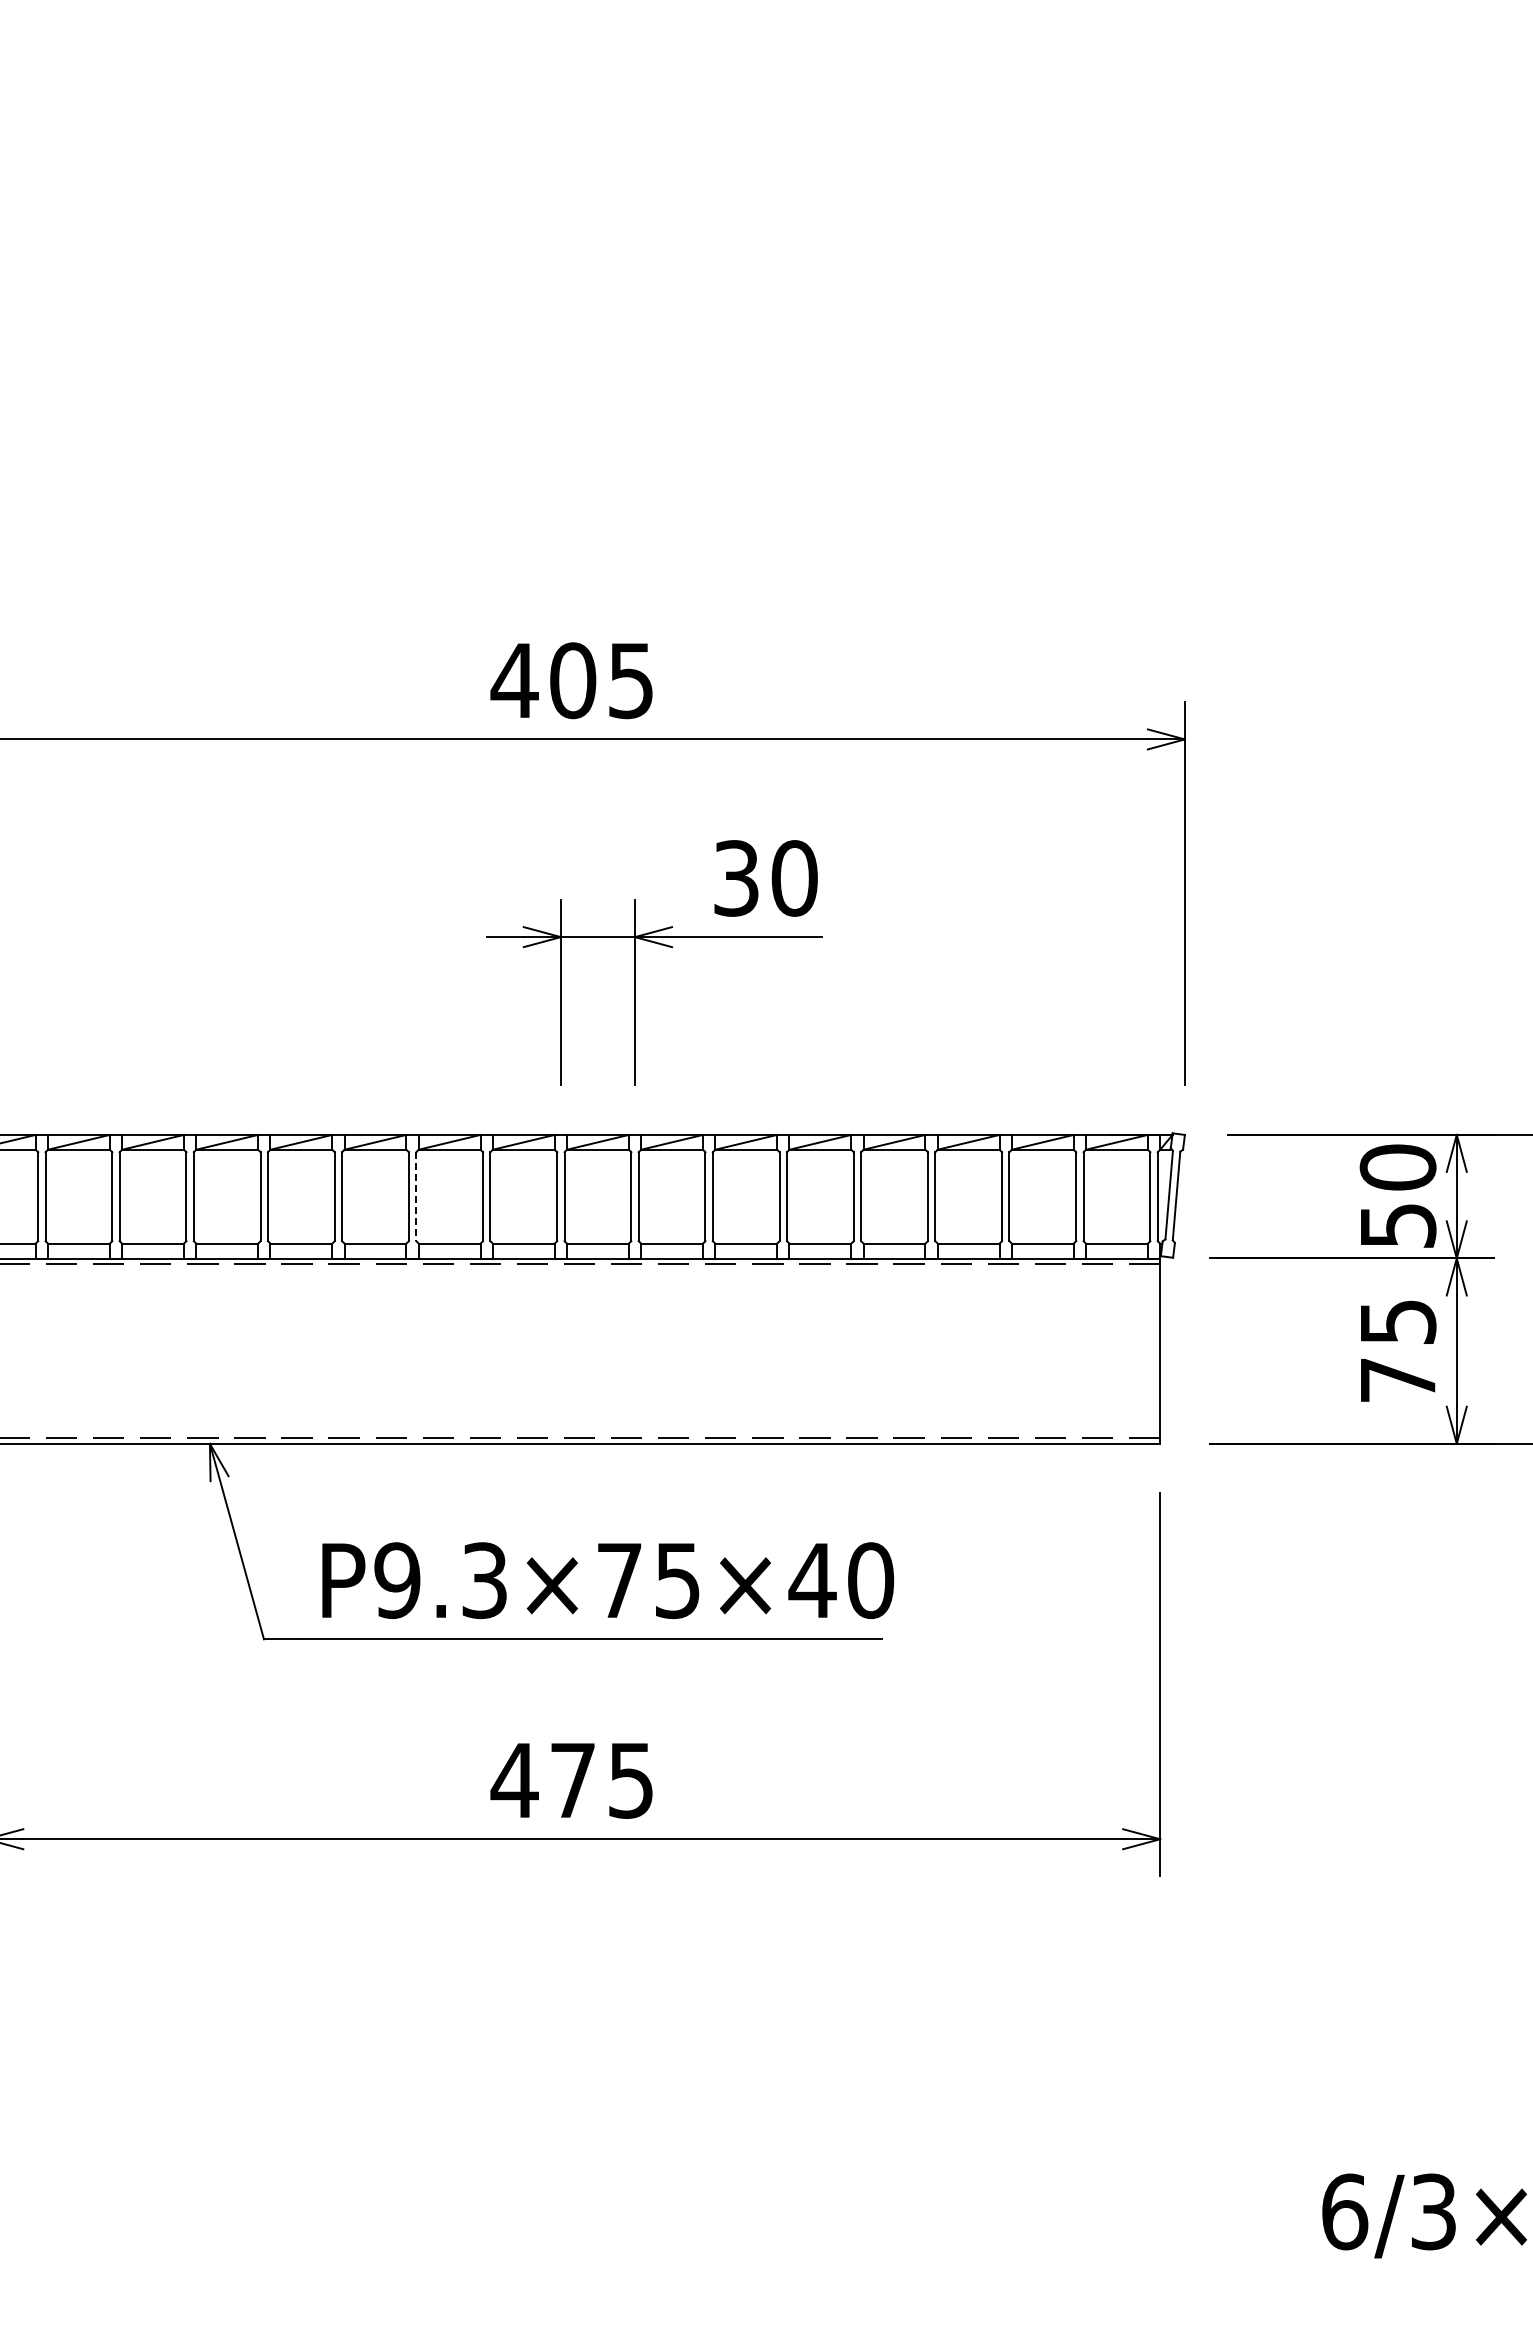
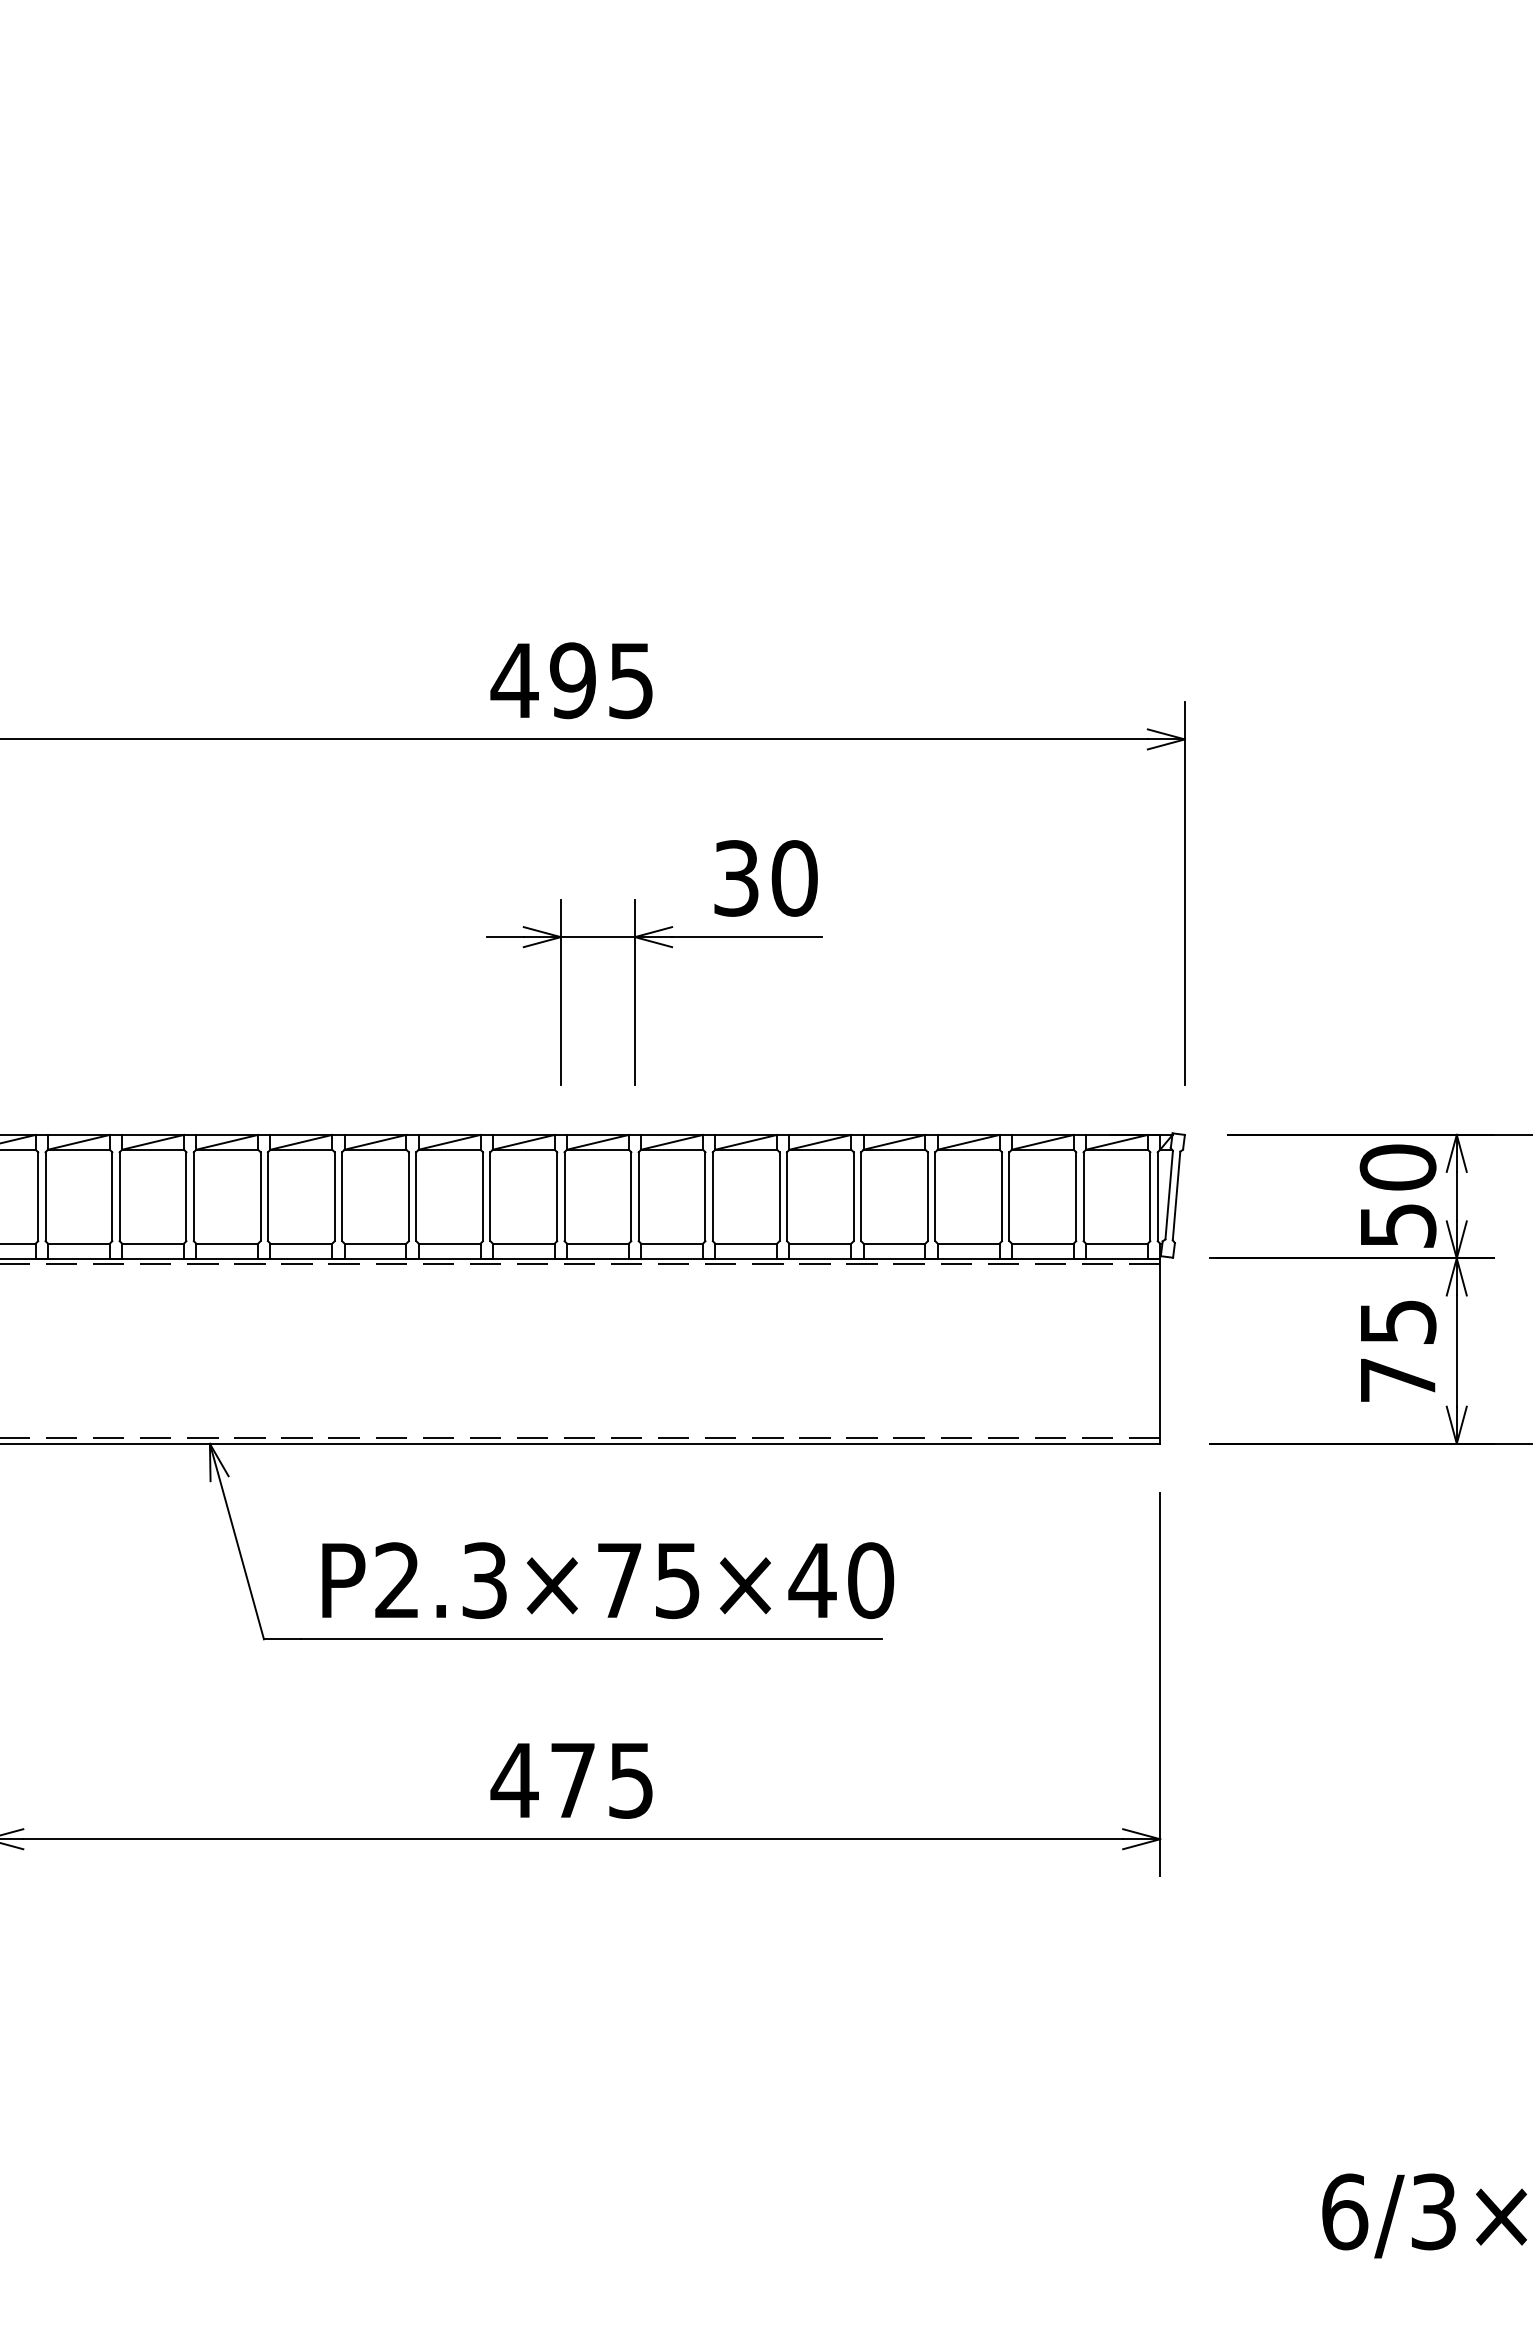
text at (573, 680): 405 -> 495
line at (416, 1197): dashed -> solid
text at (397, 1580): P9.3×75×40 -> P2.3×75×40
